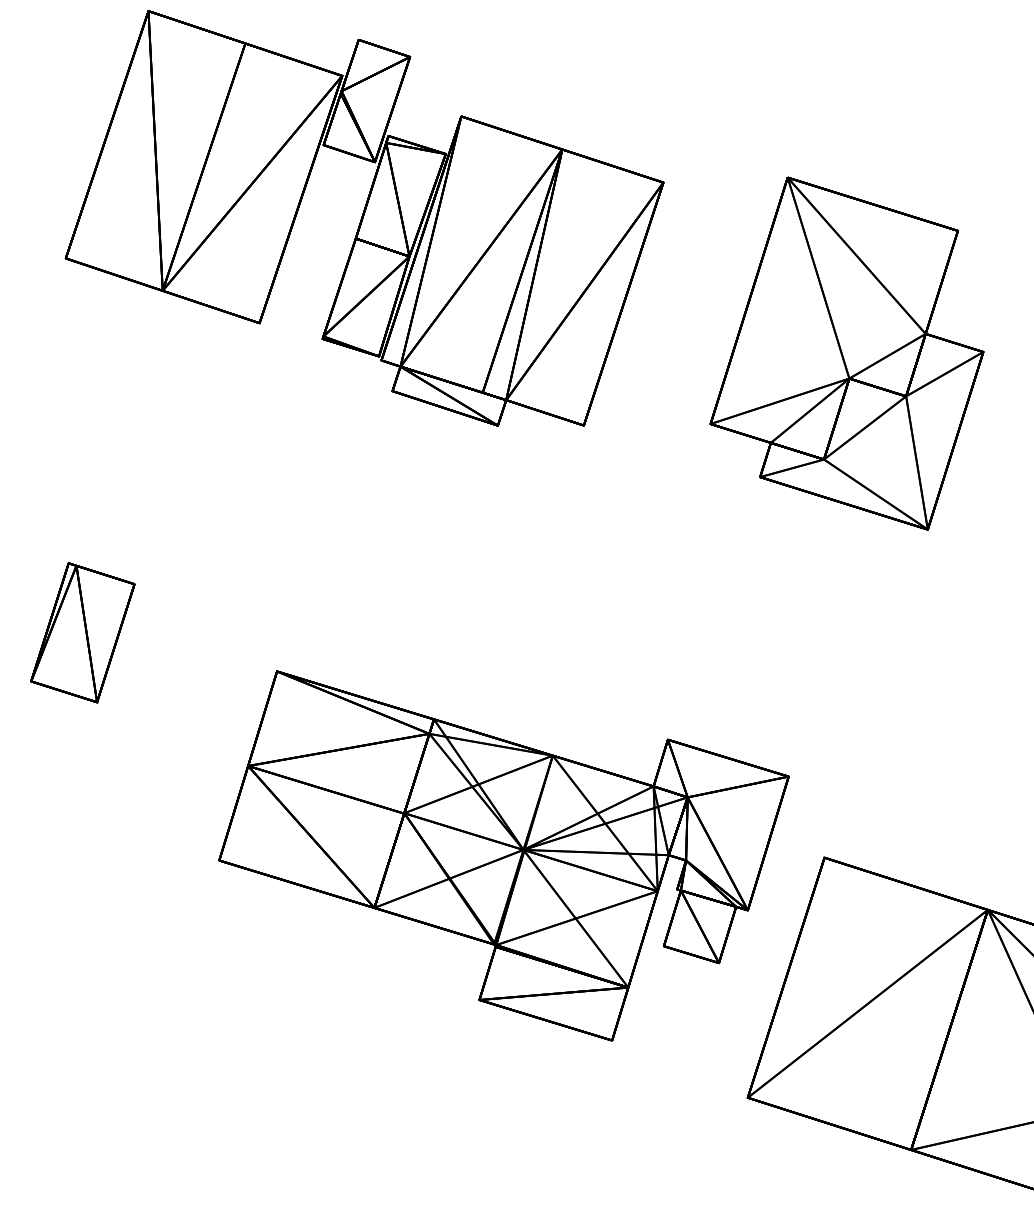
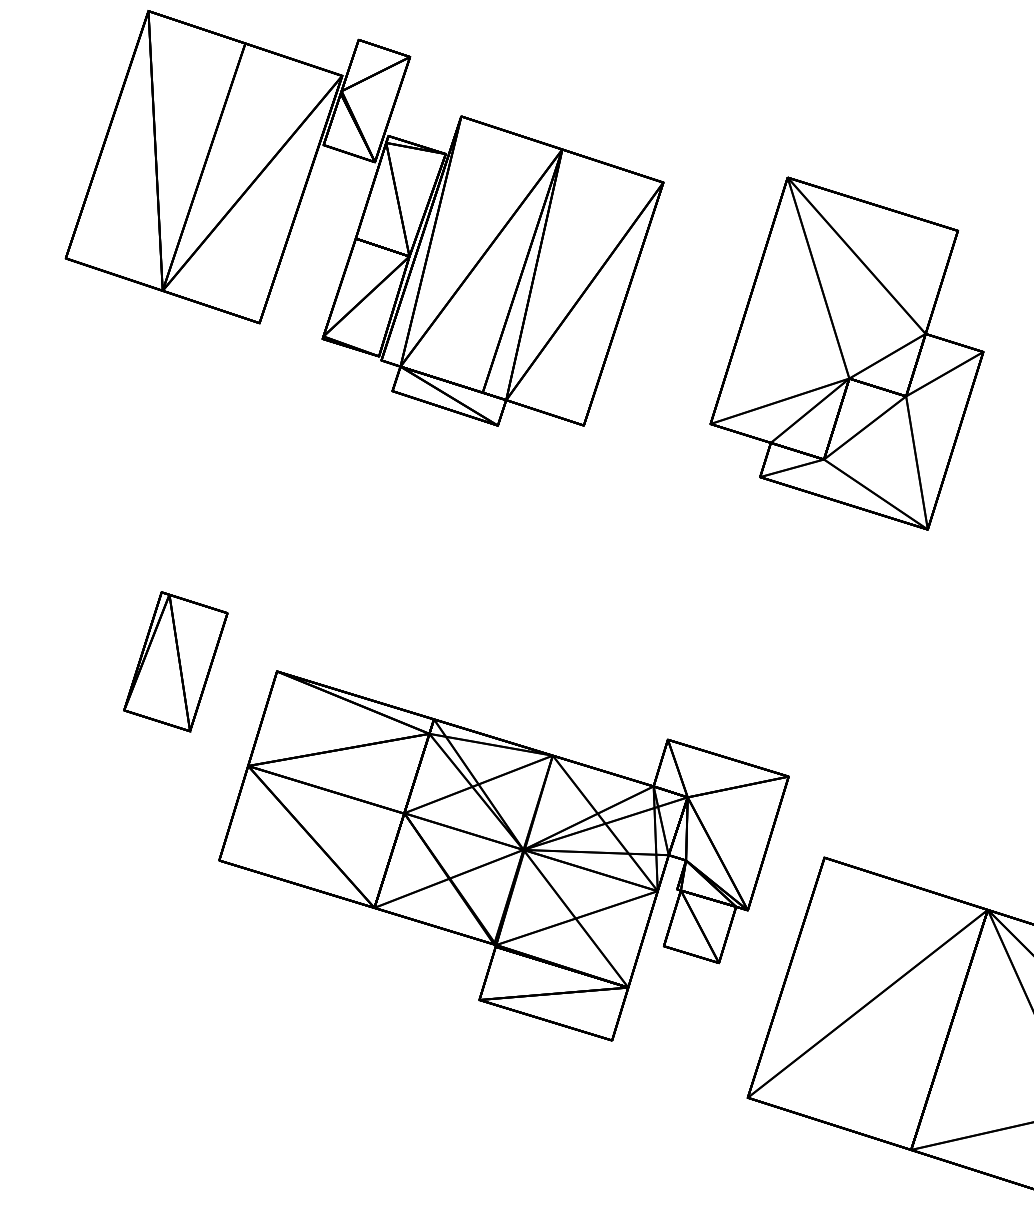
part at (82, 632) position: (82, 632) -> (175, 661)
